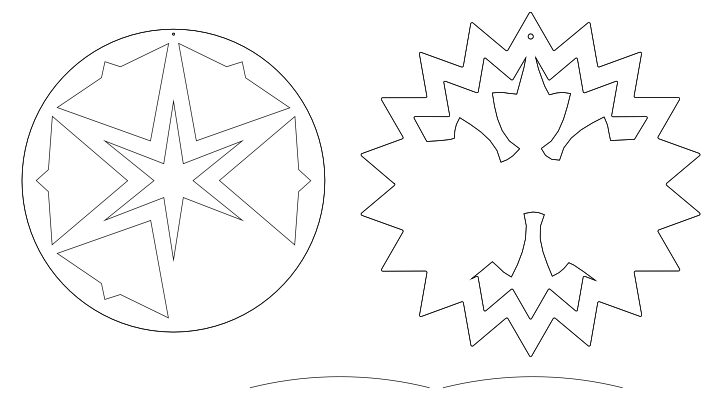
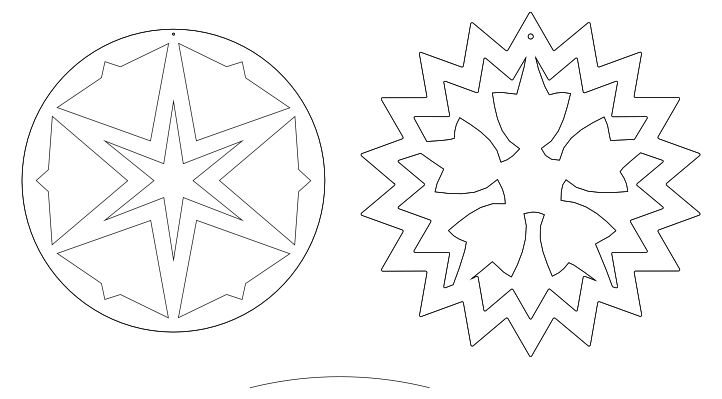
part at (451, 220): none -> present
part at (611, 220): none -> present
part at (234, 268): none -> present
part at (532, 381): present -> none
